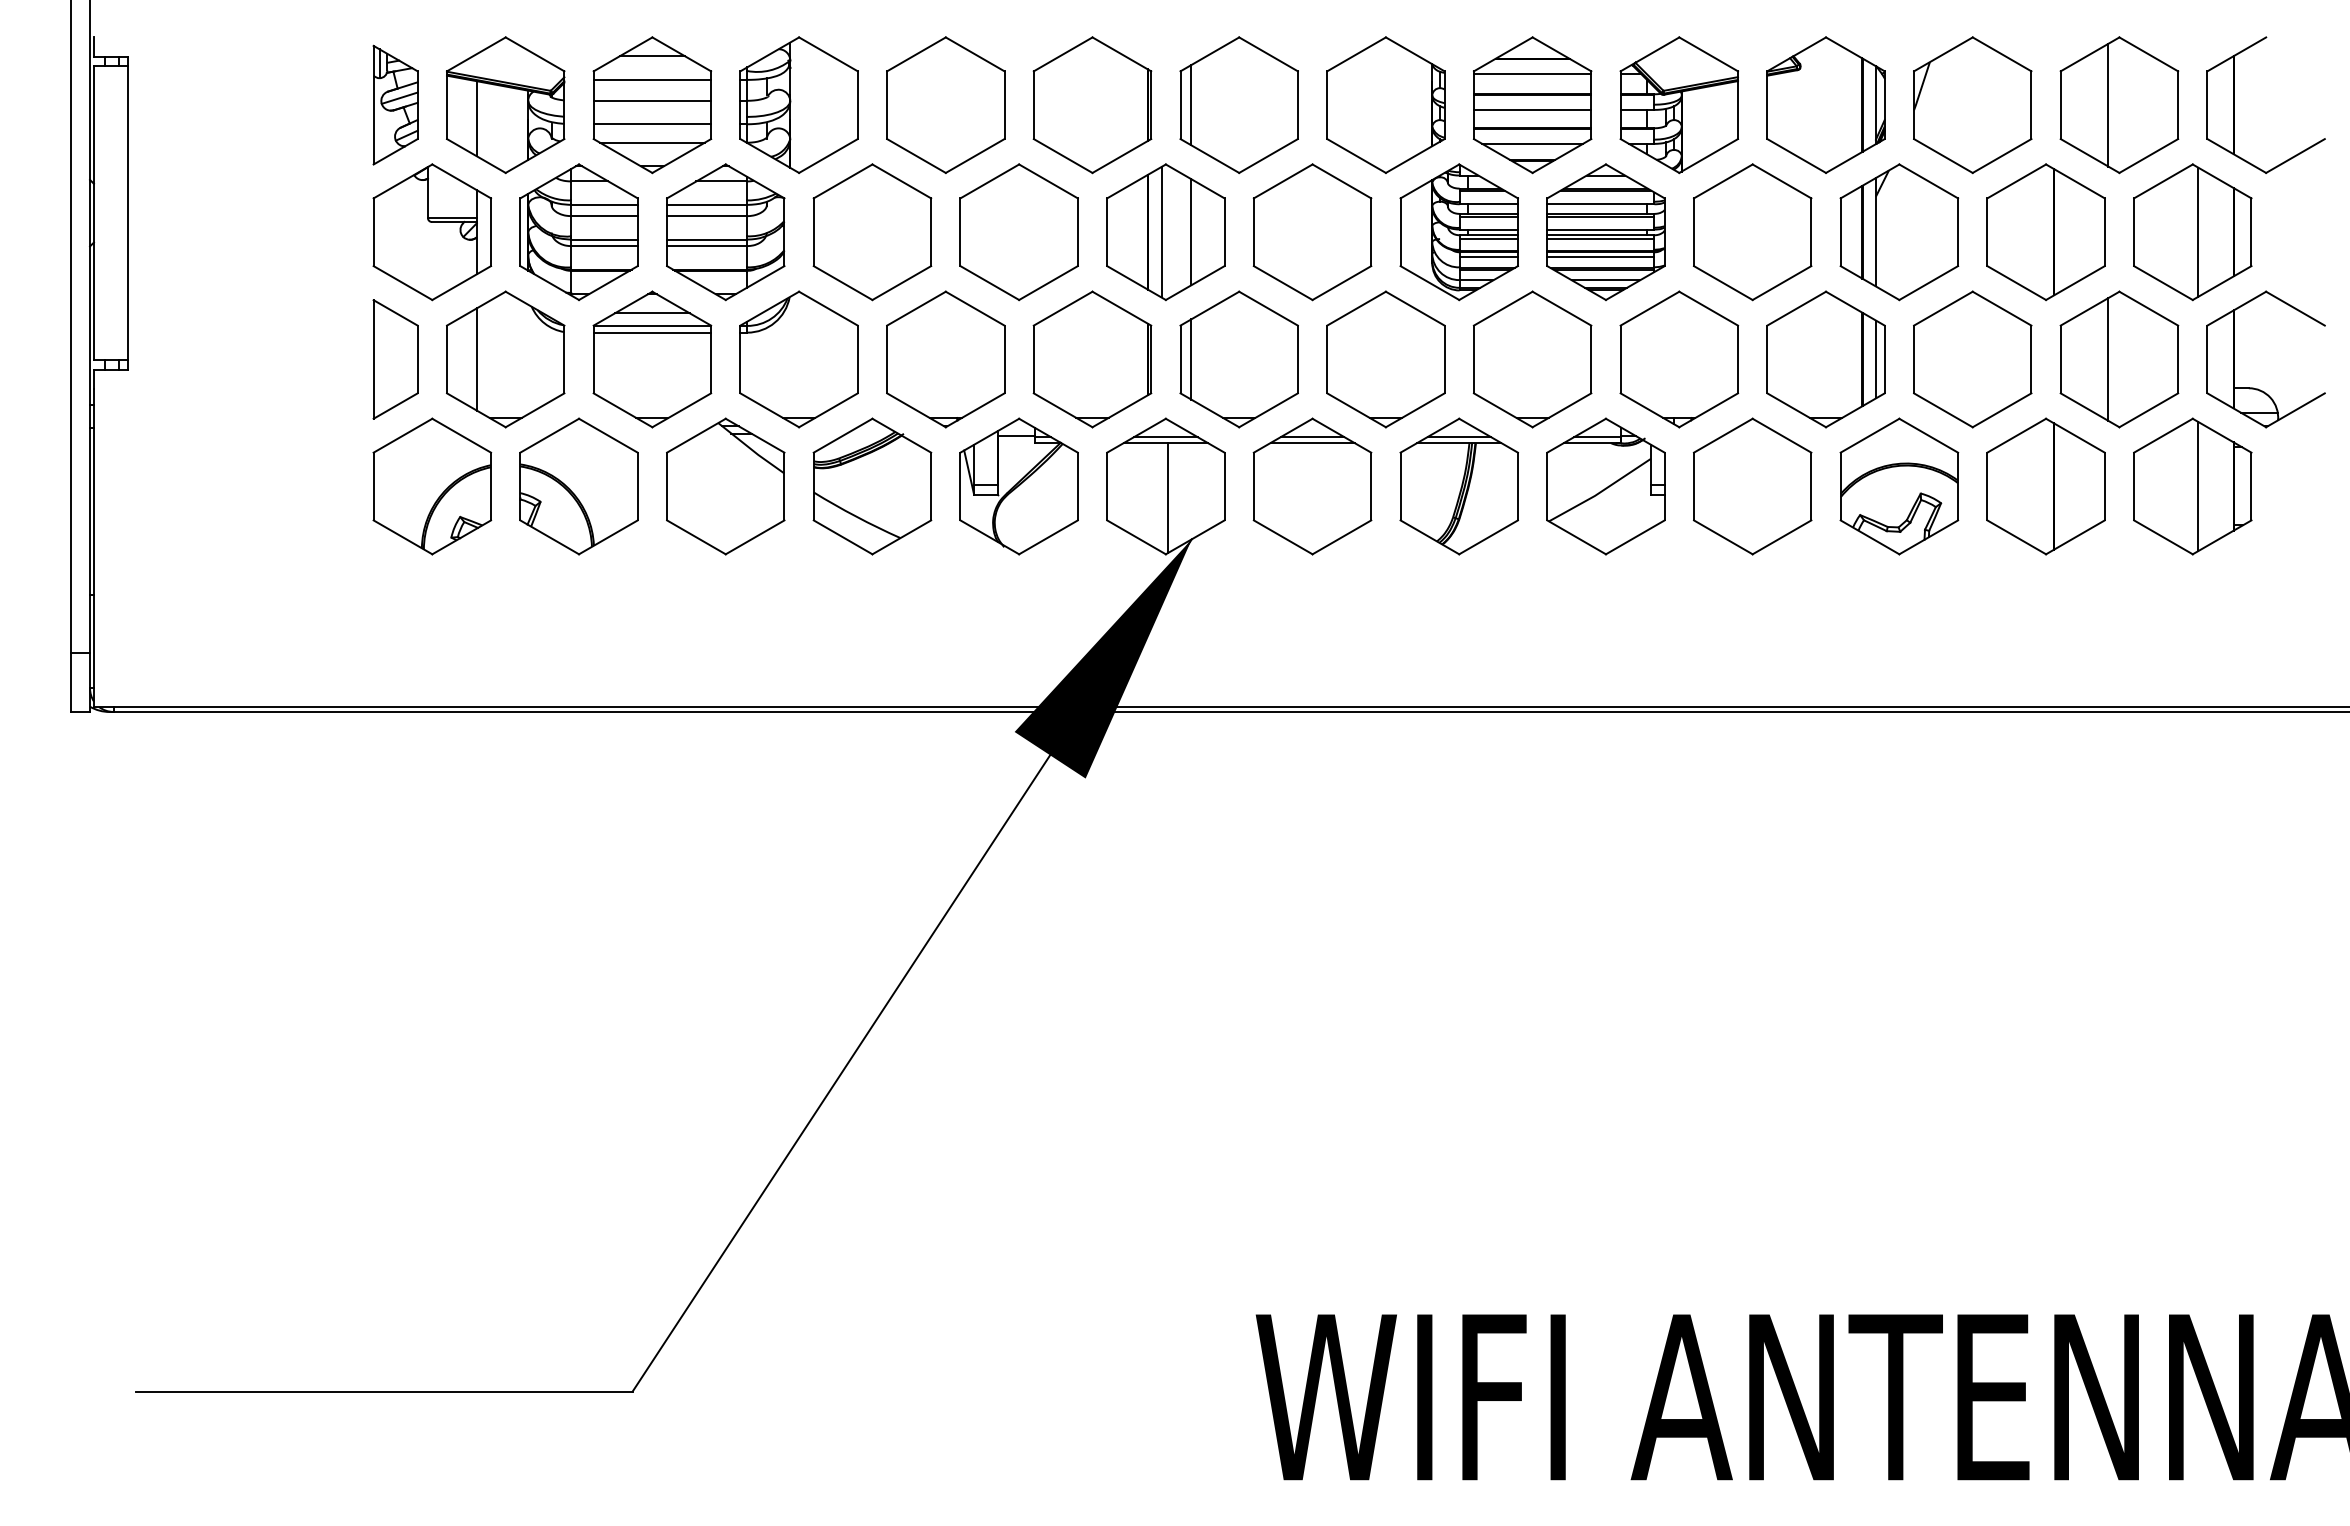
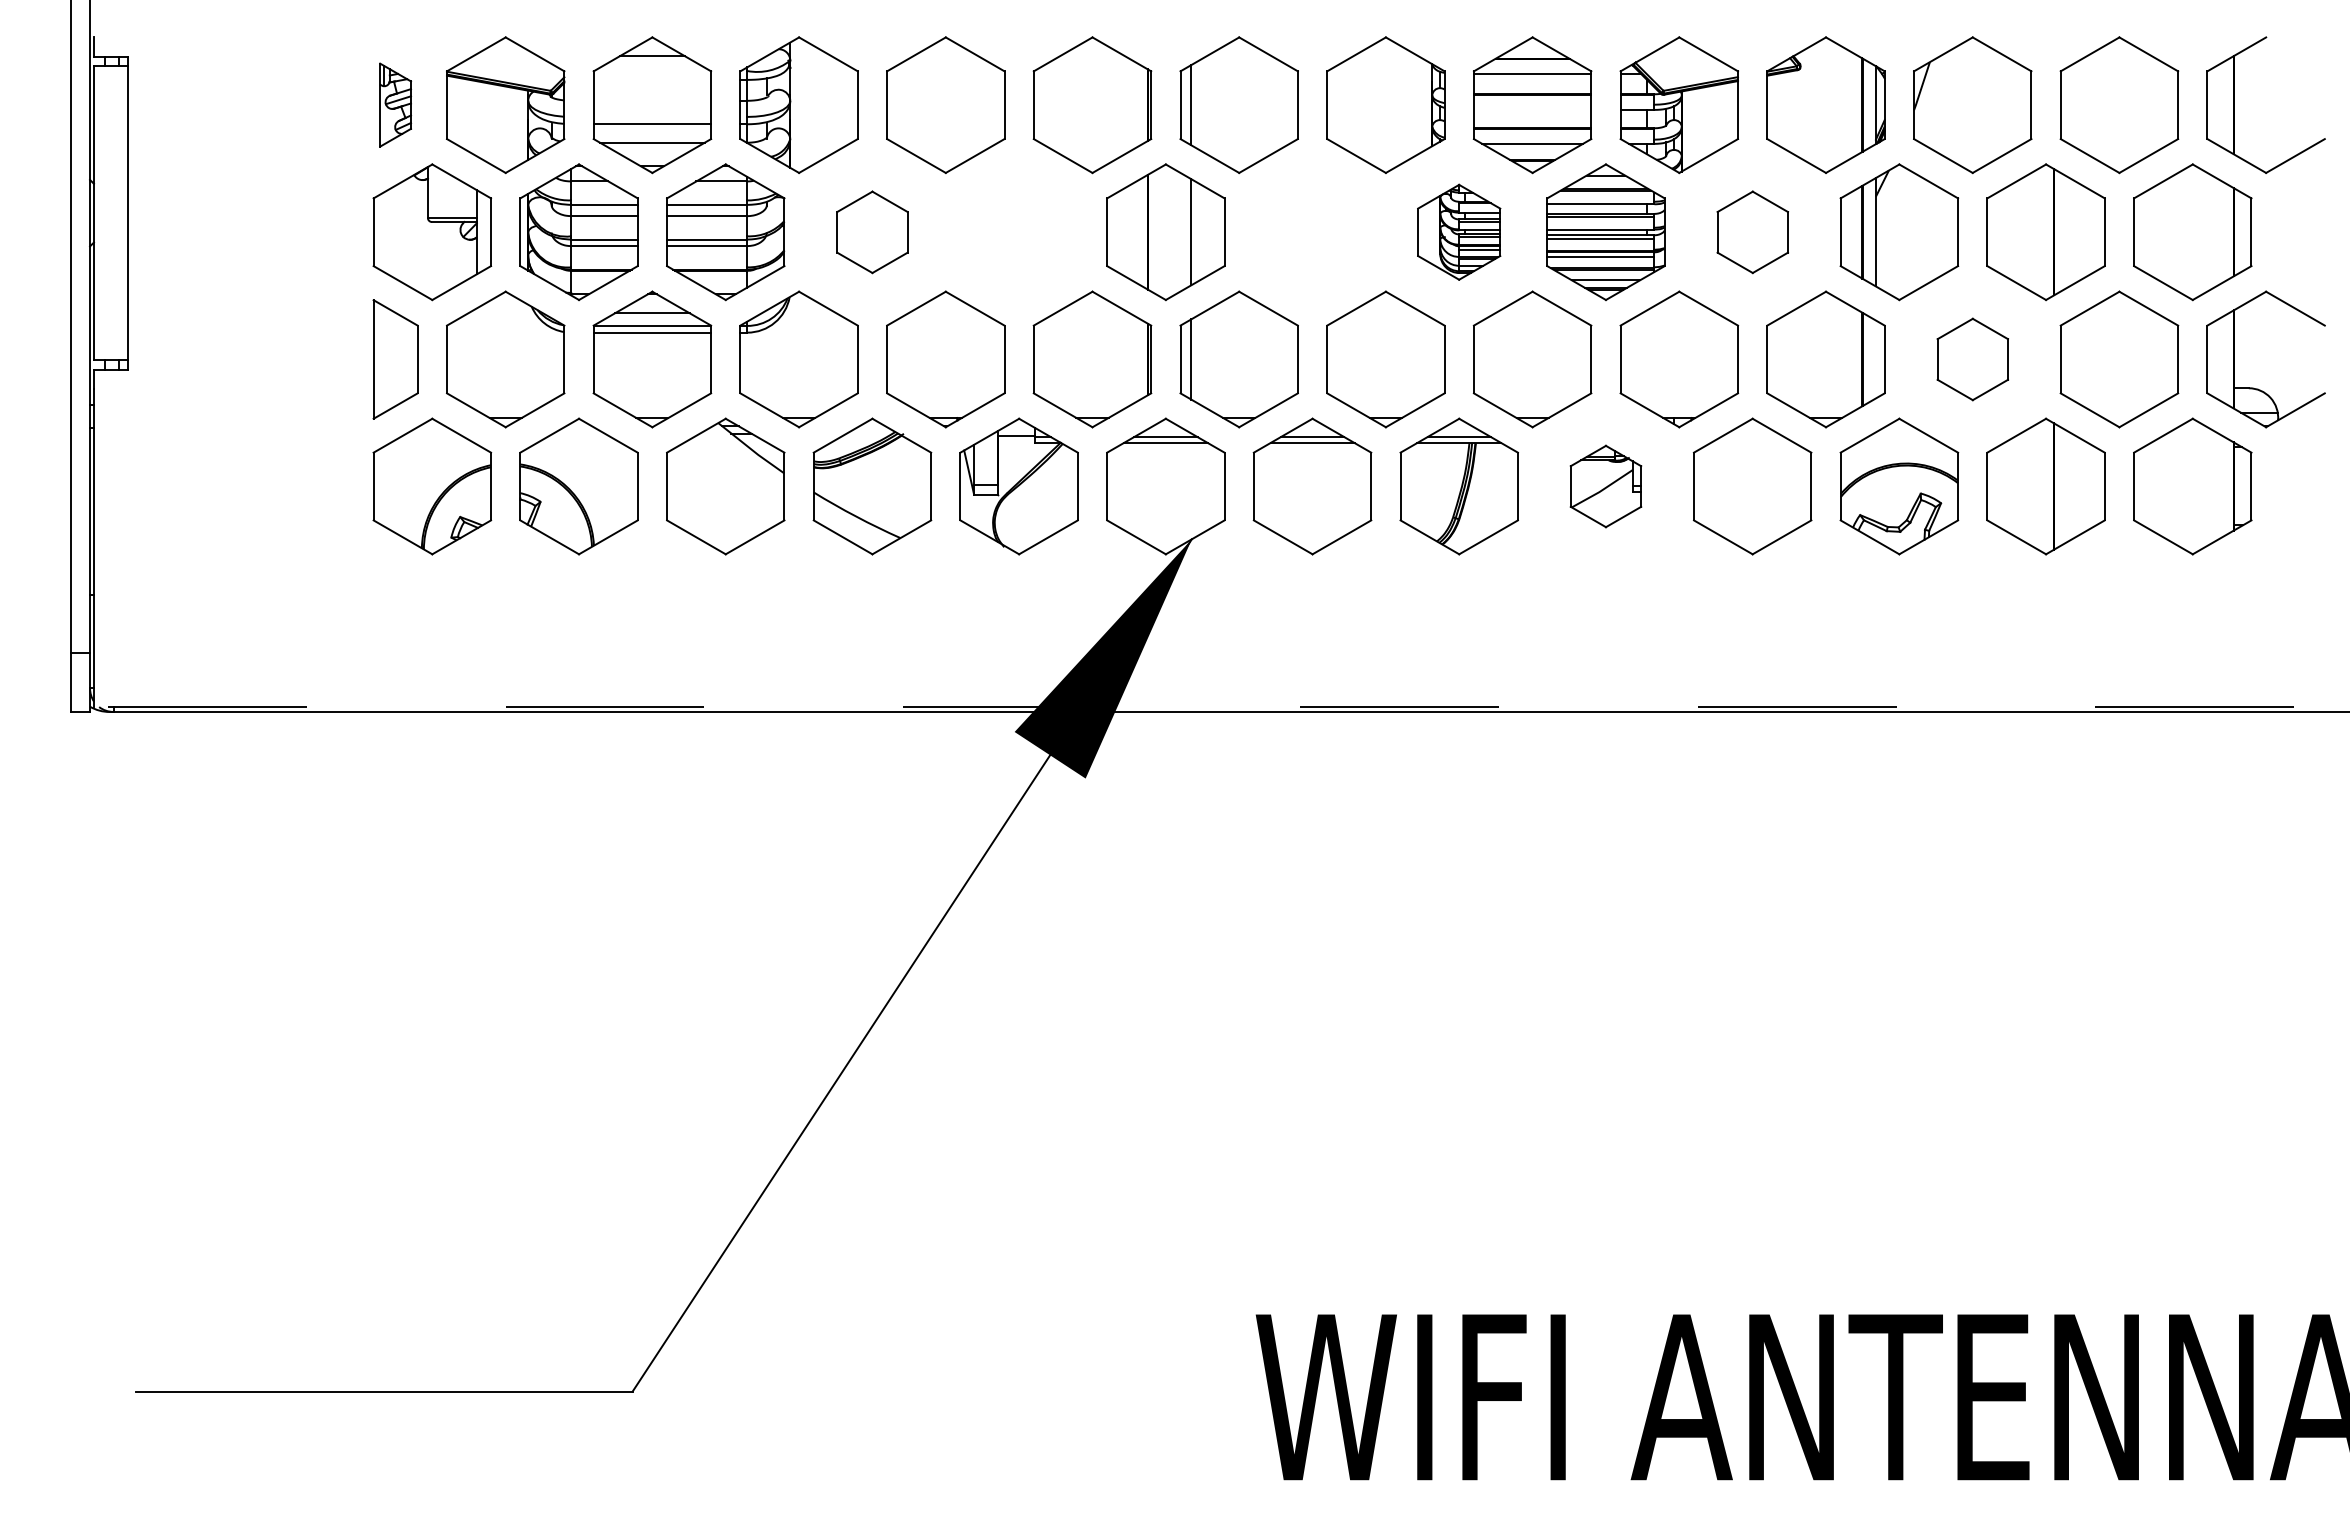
line at (652, 79): present -> none
line at (652, 100): present -> none
part at (395, 104) size: 47x122 px -> 34x86 px
line at (2108, 104): present -> none
line at (1532, 109): present -> none
line at (476, 118): present -> none
line at (2198, 231): present -> none
part at (872, 232) size: 121x139 px -> 73x85 px
part at (1018, 232): present -> none
line at (1161, 232): present -> none
part at (1312, 232): present -> none
part at (1458, 232) size: 120x139 px -> 85x98 px
part at (1752, 232) size: 120x139 px -> 73x85 px
line at (476, 359): present -> none
line at (1875, 359): present -> none
part at (1972, 359) size: 120x139 px -> 73x85 px
line at (2108, 359): present -> none
part at (1605, 486) size: 120x139 px -> 74x85 px
line at (2198, 486): present -> none
line at (1168, 497): present -> none
line at (1221, 707): solid -> dashed
